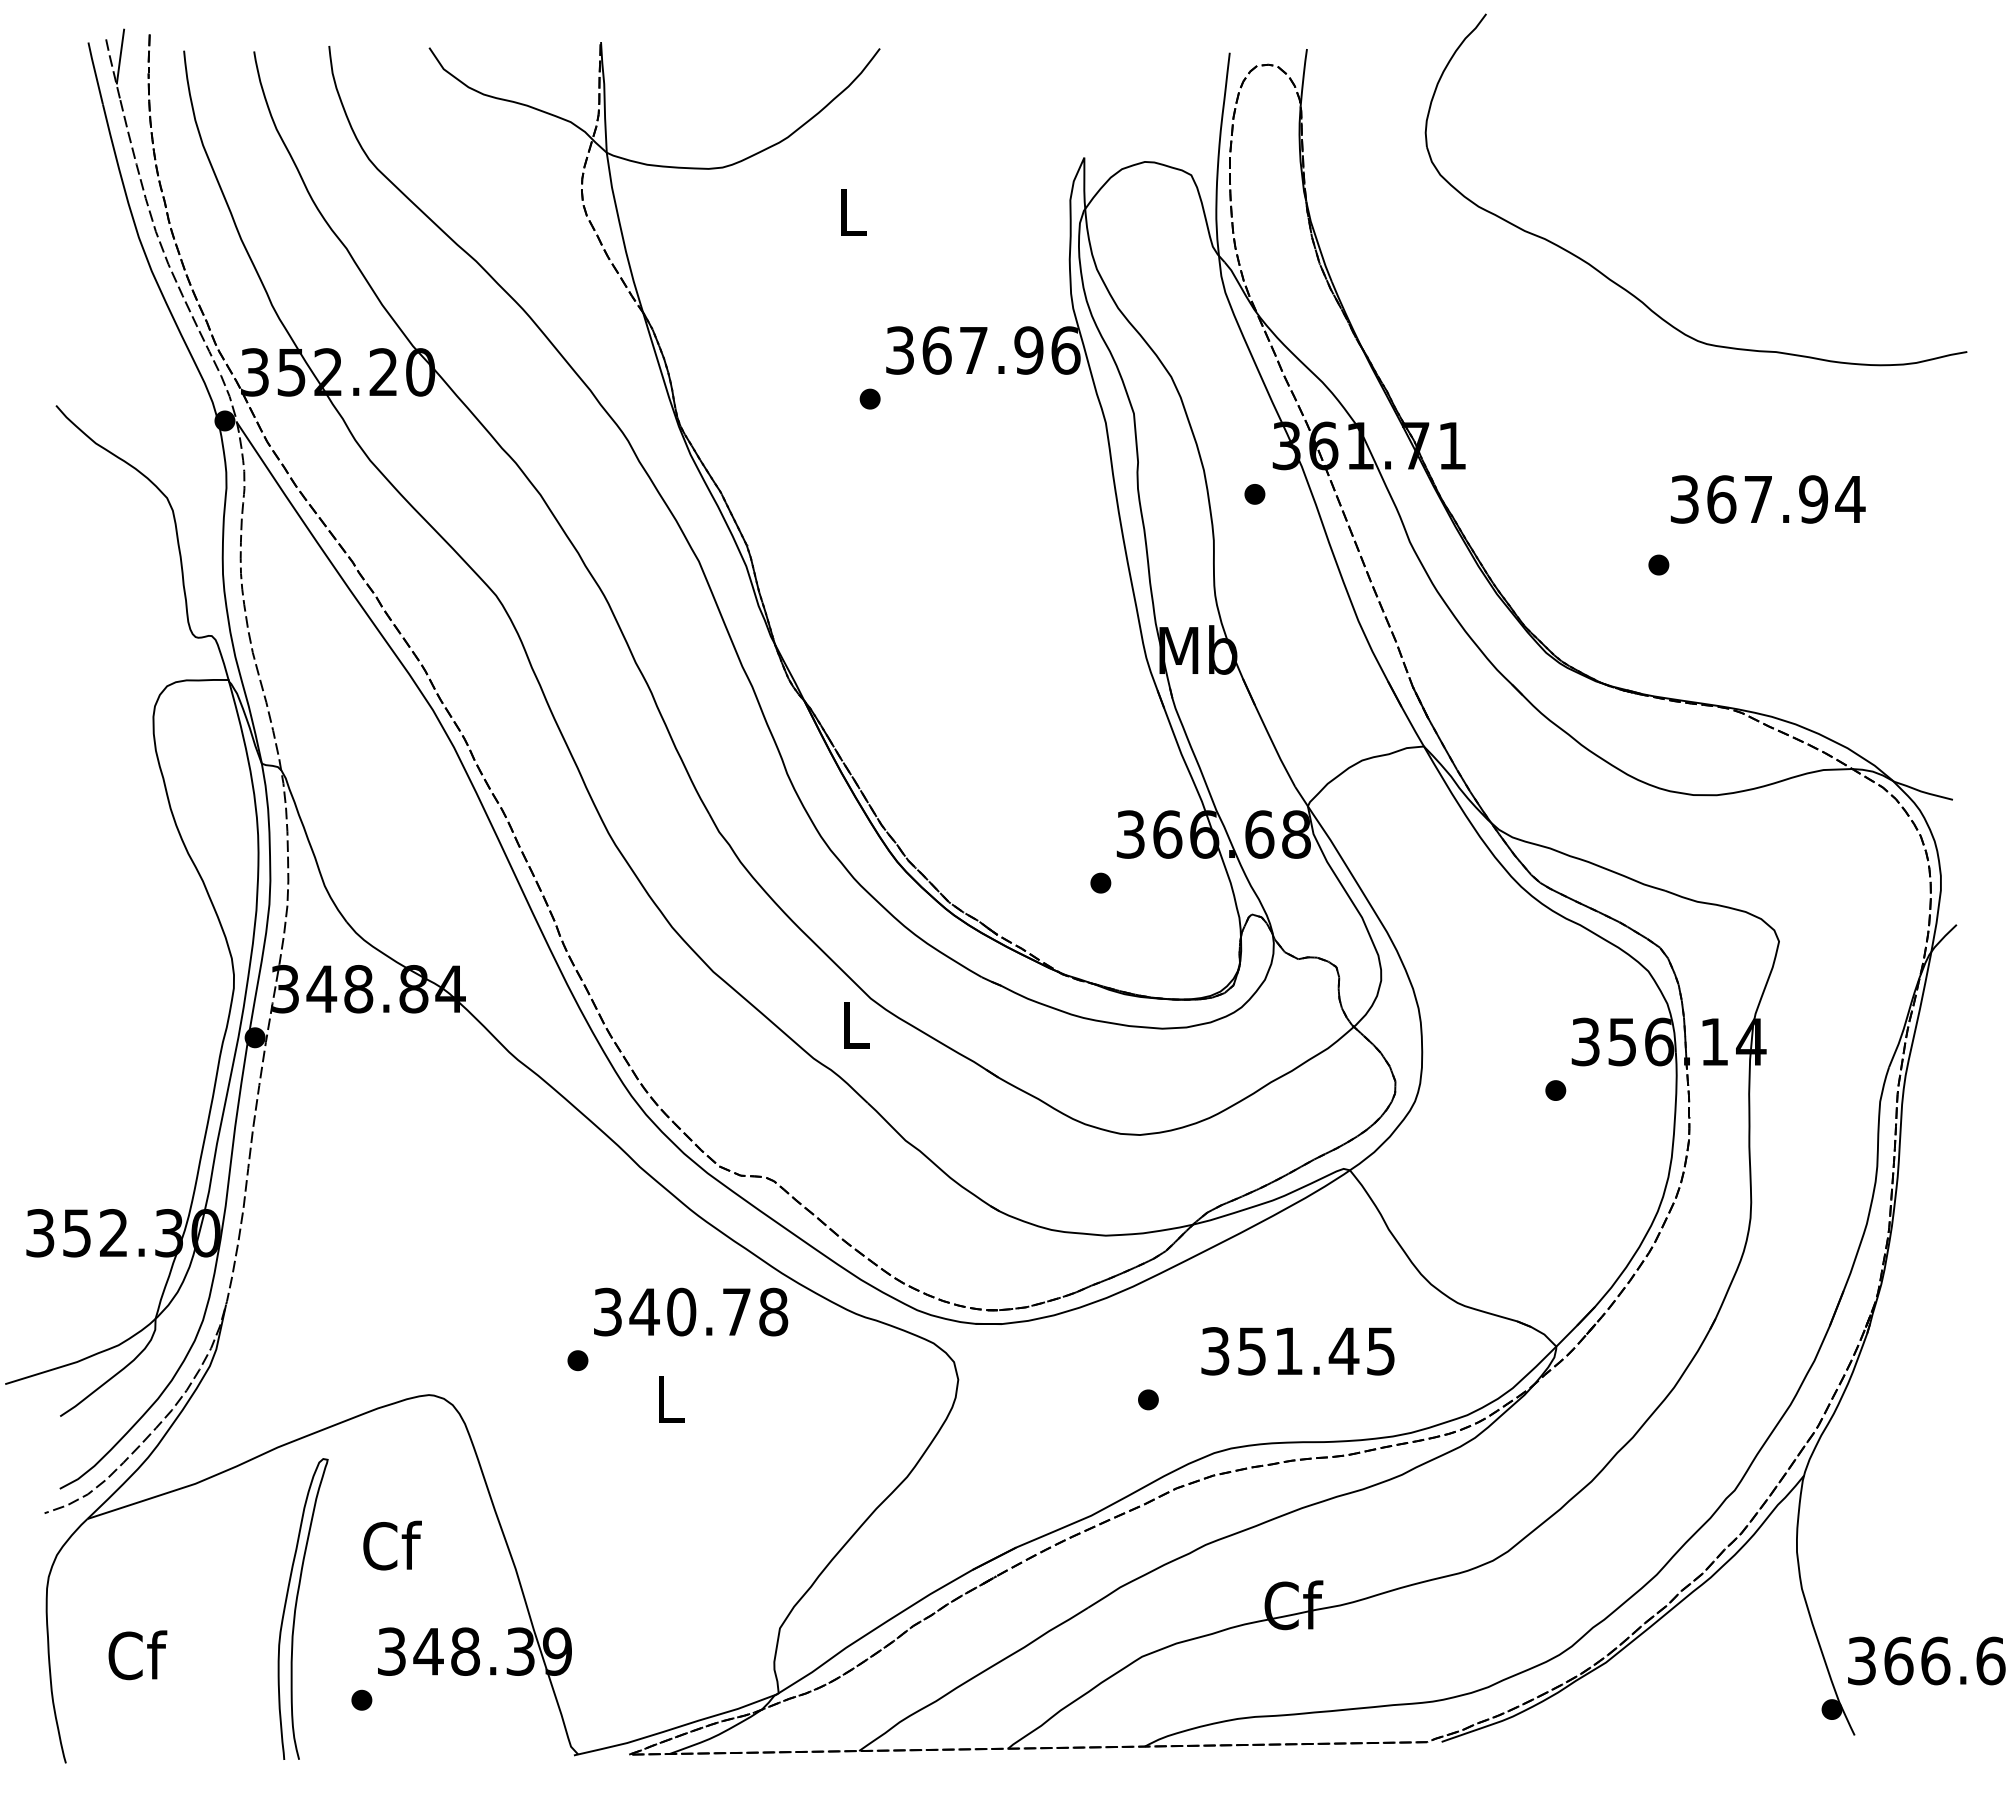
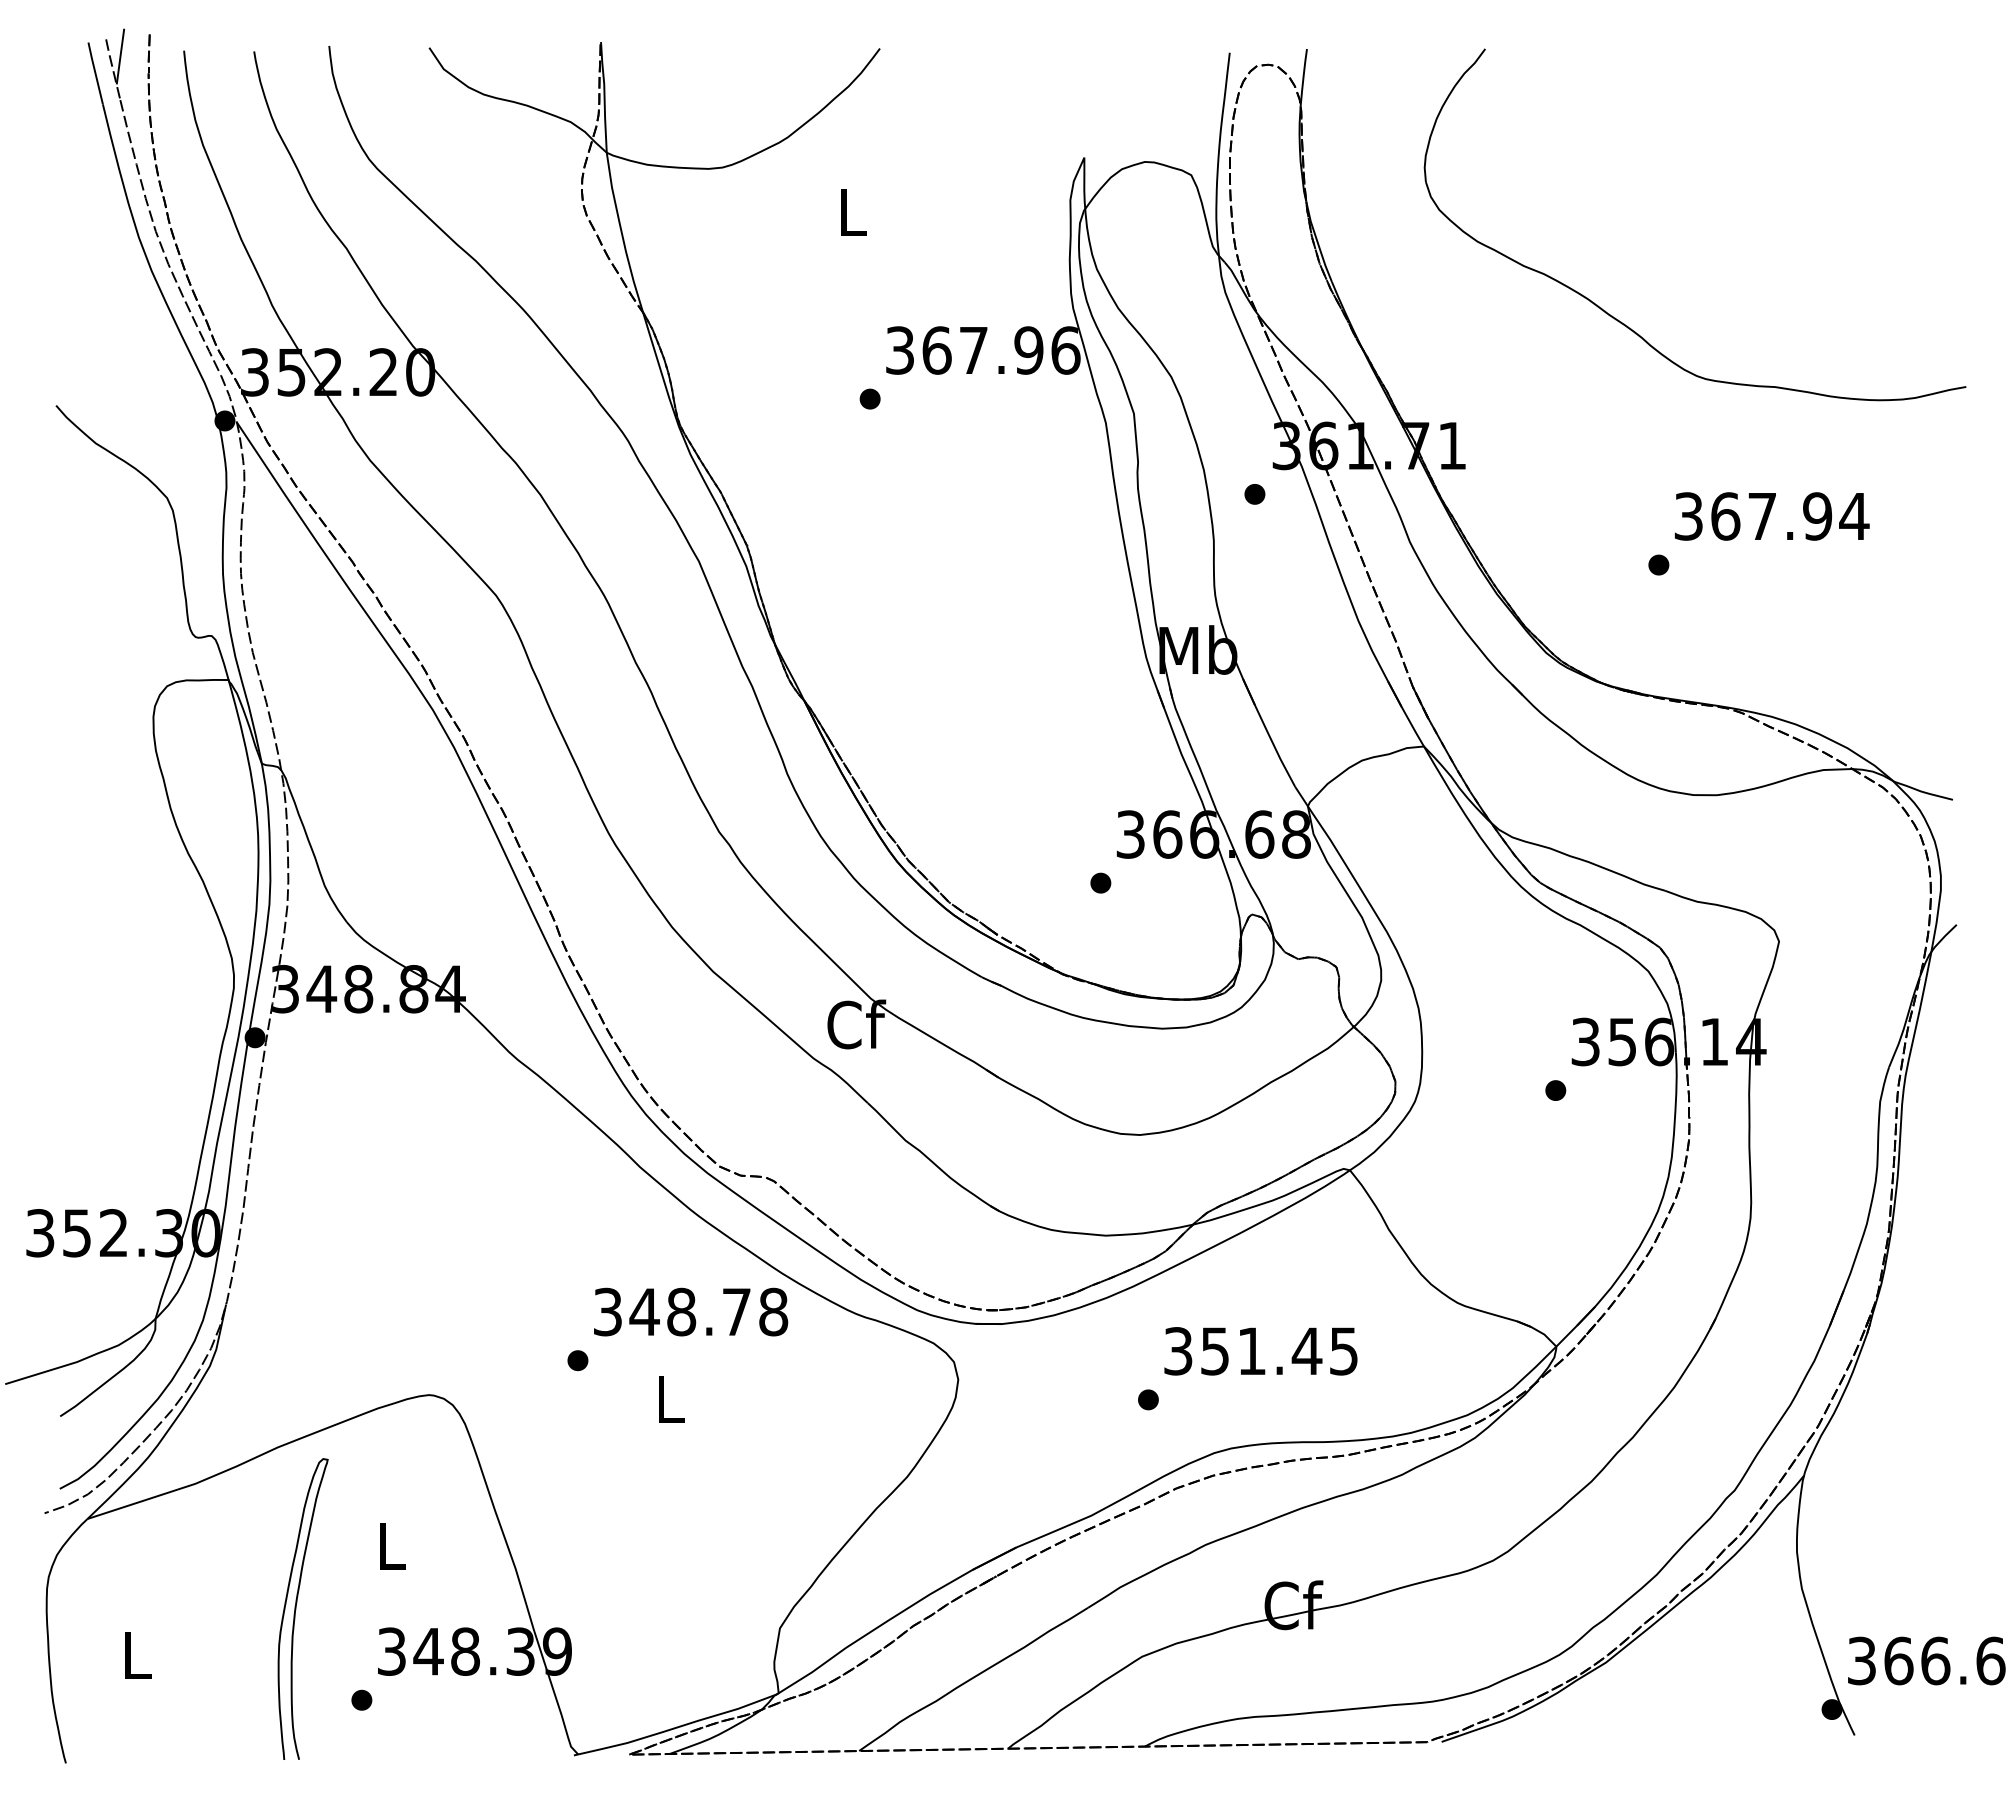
part at (1628, 290) position: (1628, 290) -> (1627, 325)
text at (1768, 499) position: (1768, 499) -> (1772, 516)
text at (856, 1024): L -> Cf
text at (681, 1312): 340.78 -> 348.78
text at (1297, 1351) position: (1297, 1351) -> (1260, 1351)
text at (392, 1545): Cf -> L
text at (137, 1655): Cf -> L
